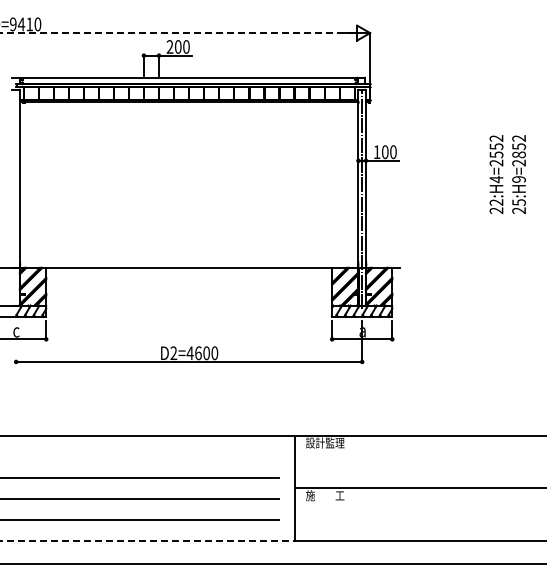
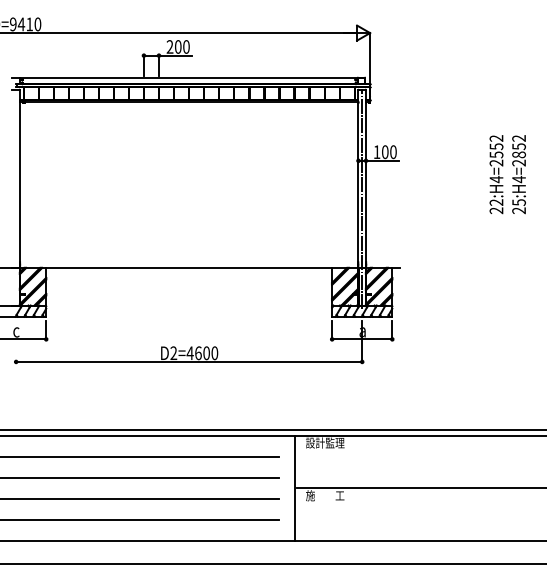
line at (178, 33): dashed -> solid
text at (518, 179): 25:H9=2852 -> 25:H4=2852
line at (272, 429): none -> present
line at (140, 456): none -> present
line at (147, 541): dashed -> solid
